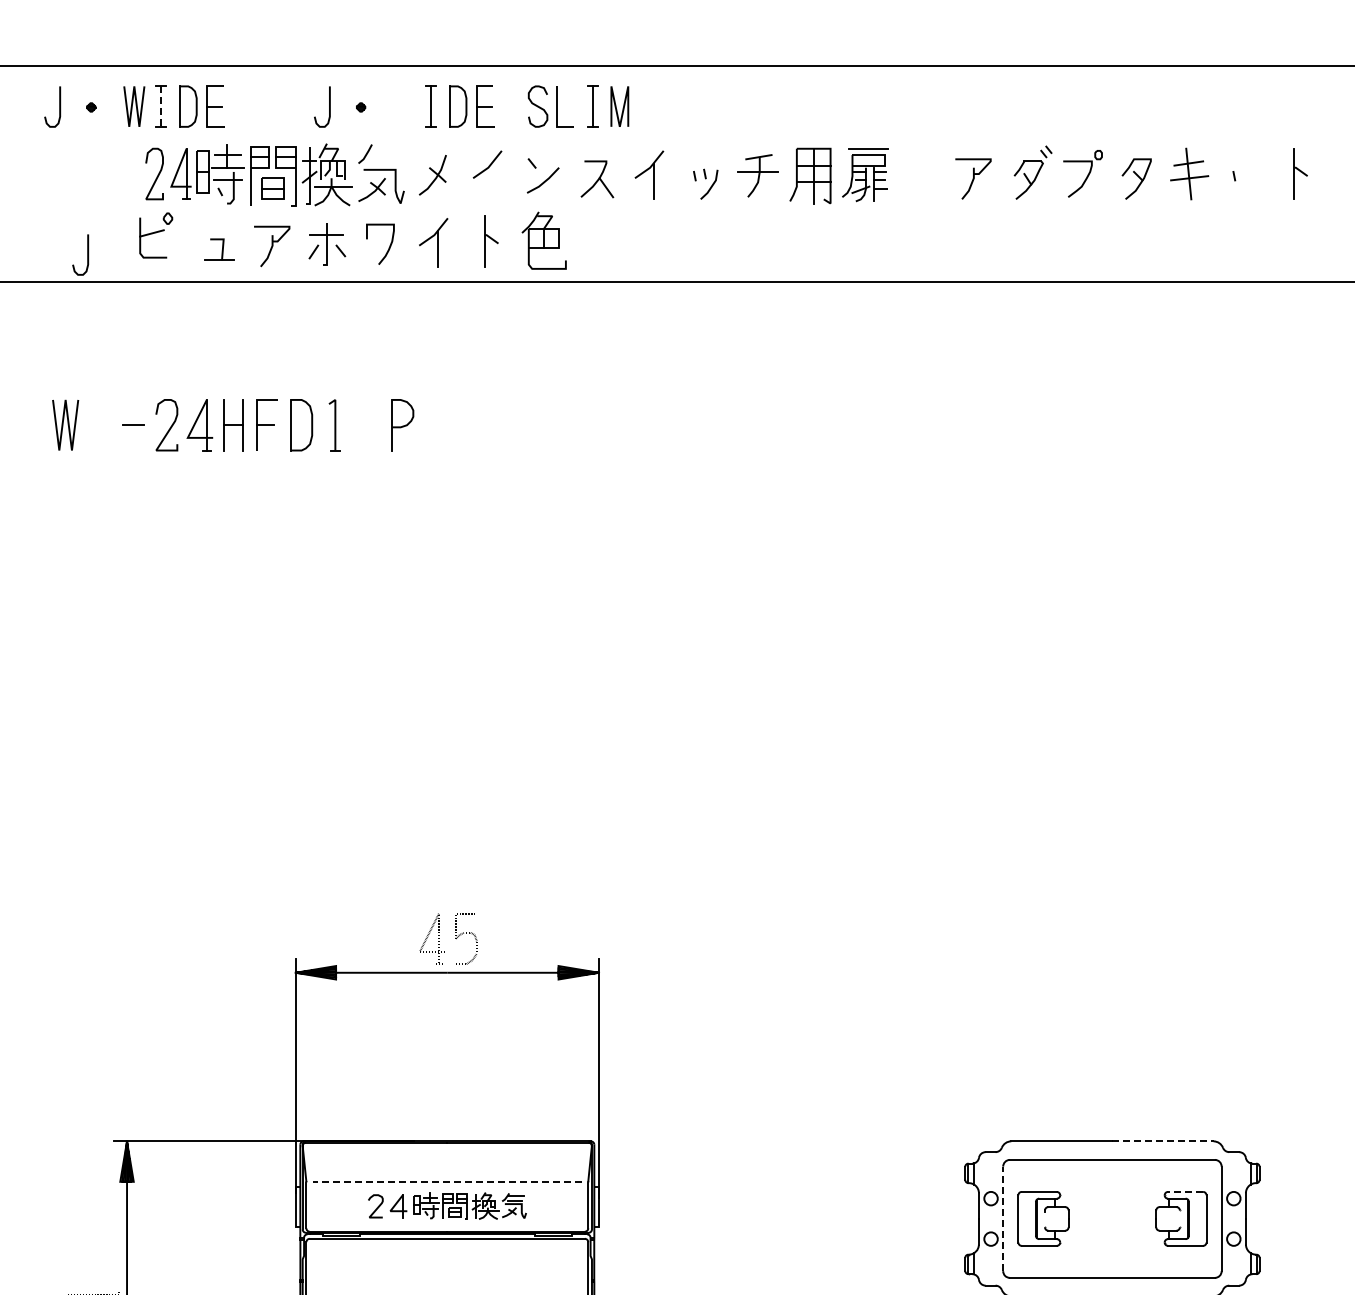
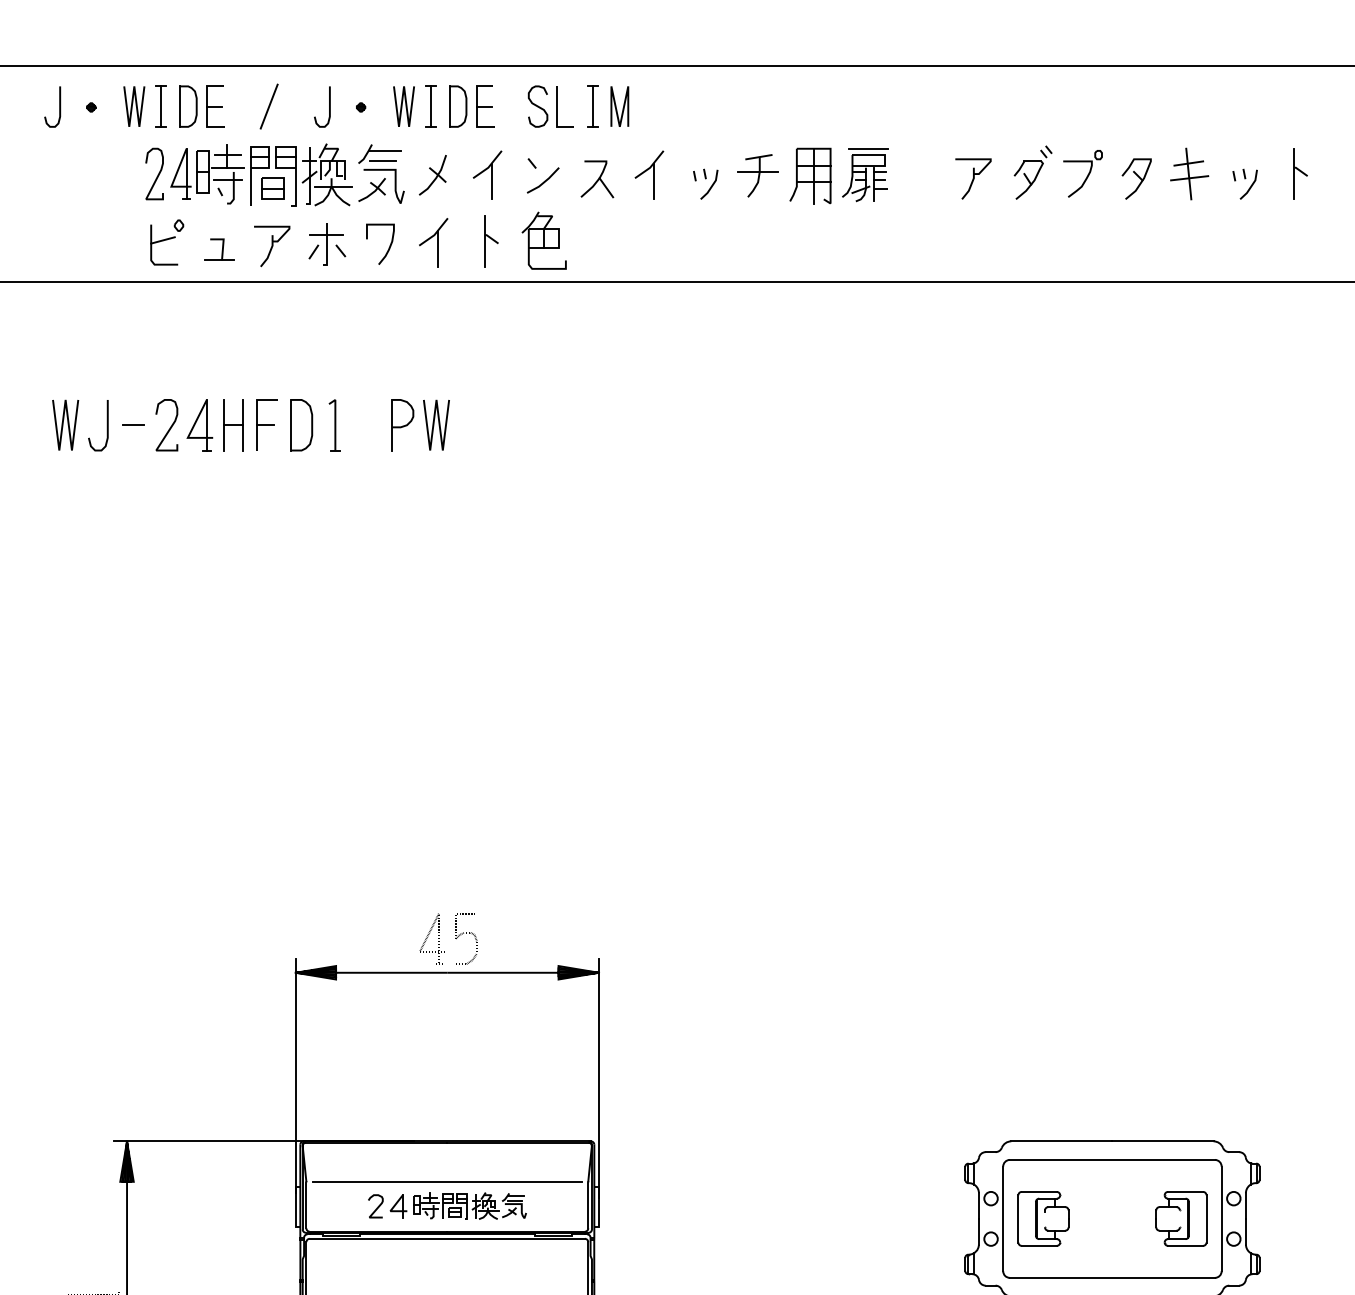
line at (268, 106): none -> present
line at (402, 106): none -> present
line at (161, 107): dashed -> solid
line at (384, 150): none -> present
line at (382, 161): none -> present
line at (491, 181): none -> present
part at (1248, 183): none -> present
part at (156, 235) position: (156, 235) -> (167, 242)
curve at (87, 254): present -> none
line at (434, 424): none -> present
curve at (106, 425): none -> present
line at (1163, 1141): dashed -> solid
line at (446, 1181): dashed -> solid
line at (1185, 1191): dashed -> solid
line at (1003, 1218): dashed -> solid
